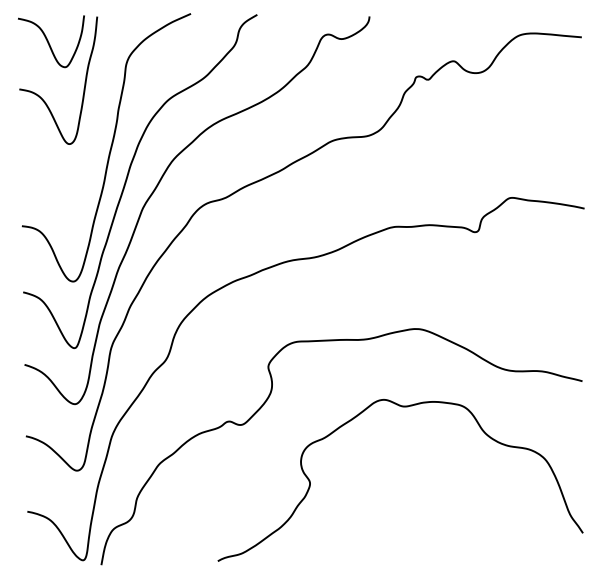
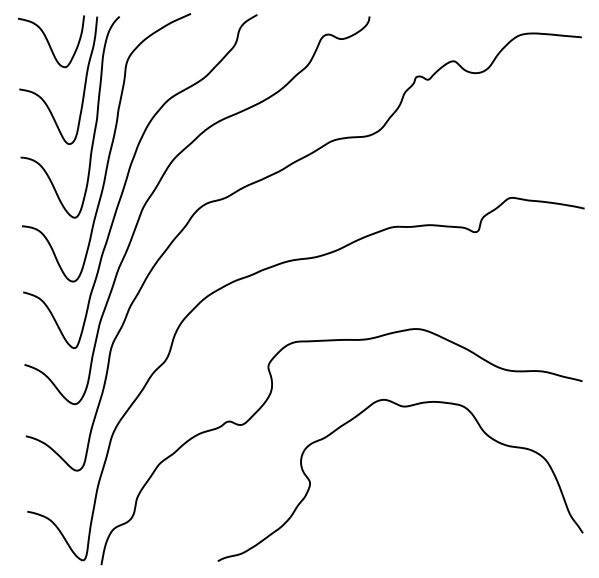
curve at (95, 120): none -> present
